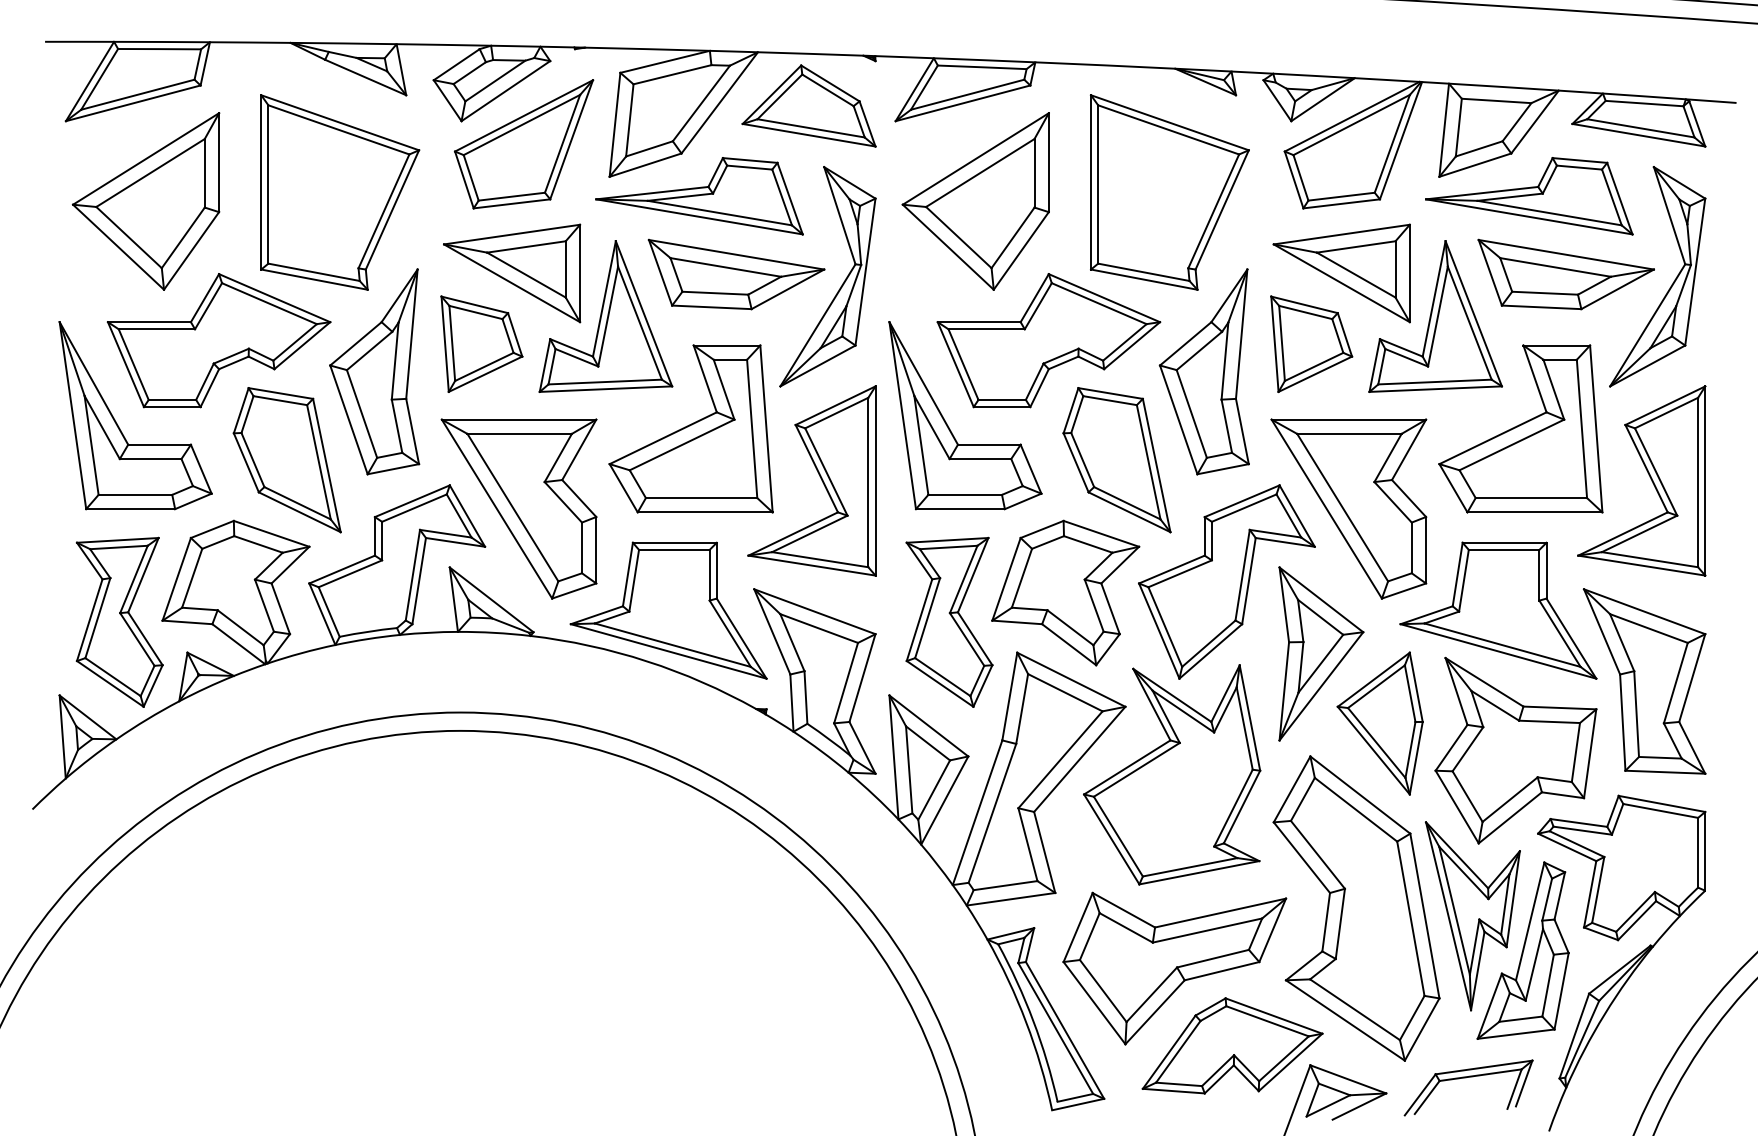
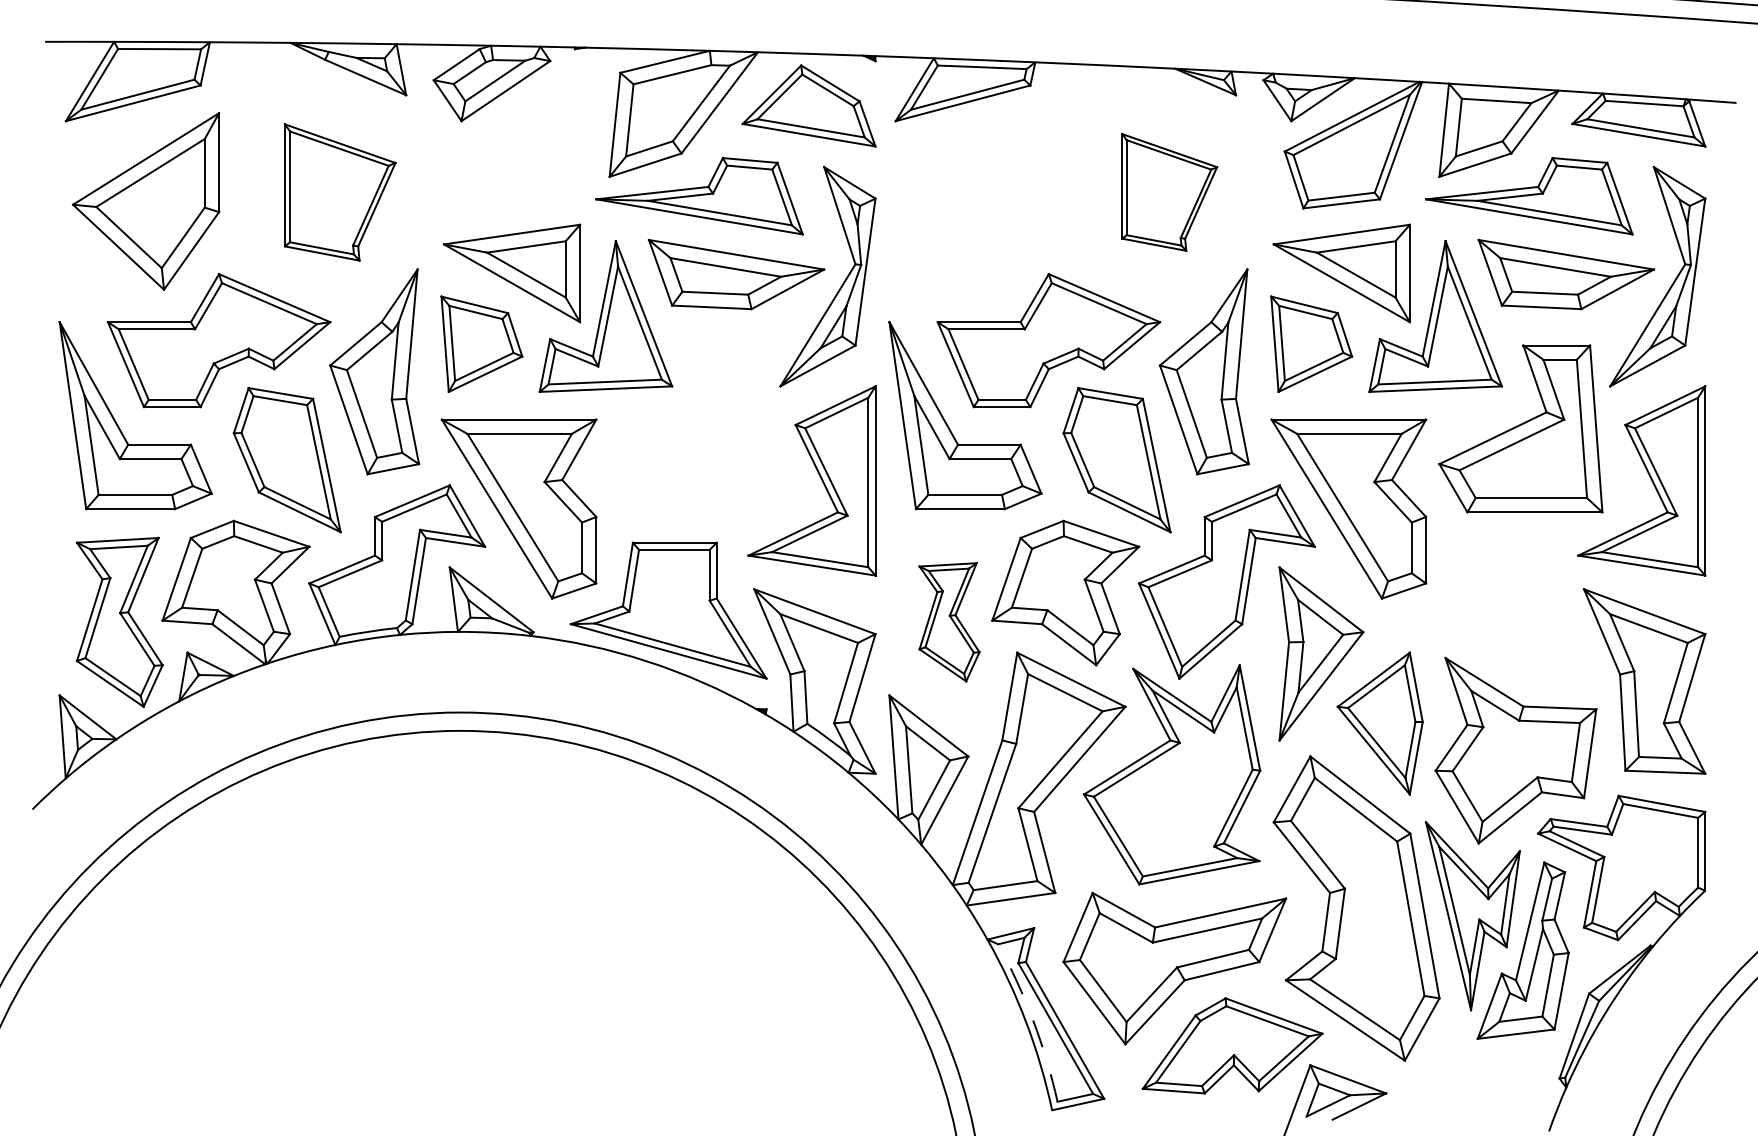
part at (524, 144): present -> none
part at (340, 192) size: 161x197 px -> 114x139 px
part at (1169, 192) size: 161x197 px -> 98x119 px
part at (975, 201): present -> none
part at (690, 428): present -> none
part at (1498, 610): present -> none
part at (949, 621) size: 89x172 px -> 63x121 px
arc at (1033, 1020): solid -> dashed
part at (1466, 1078): present -> none
